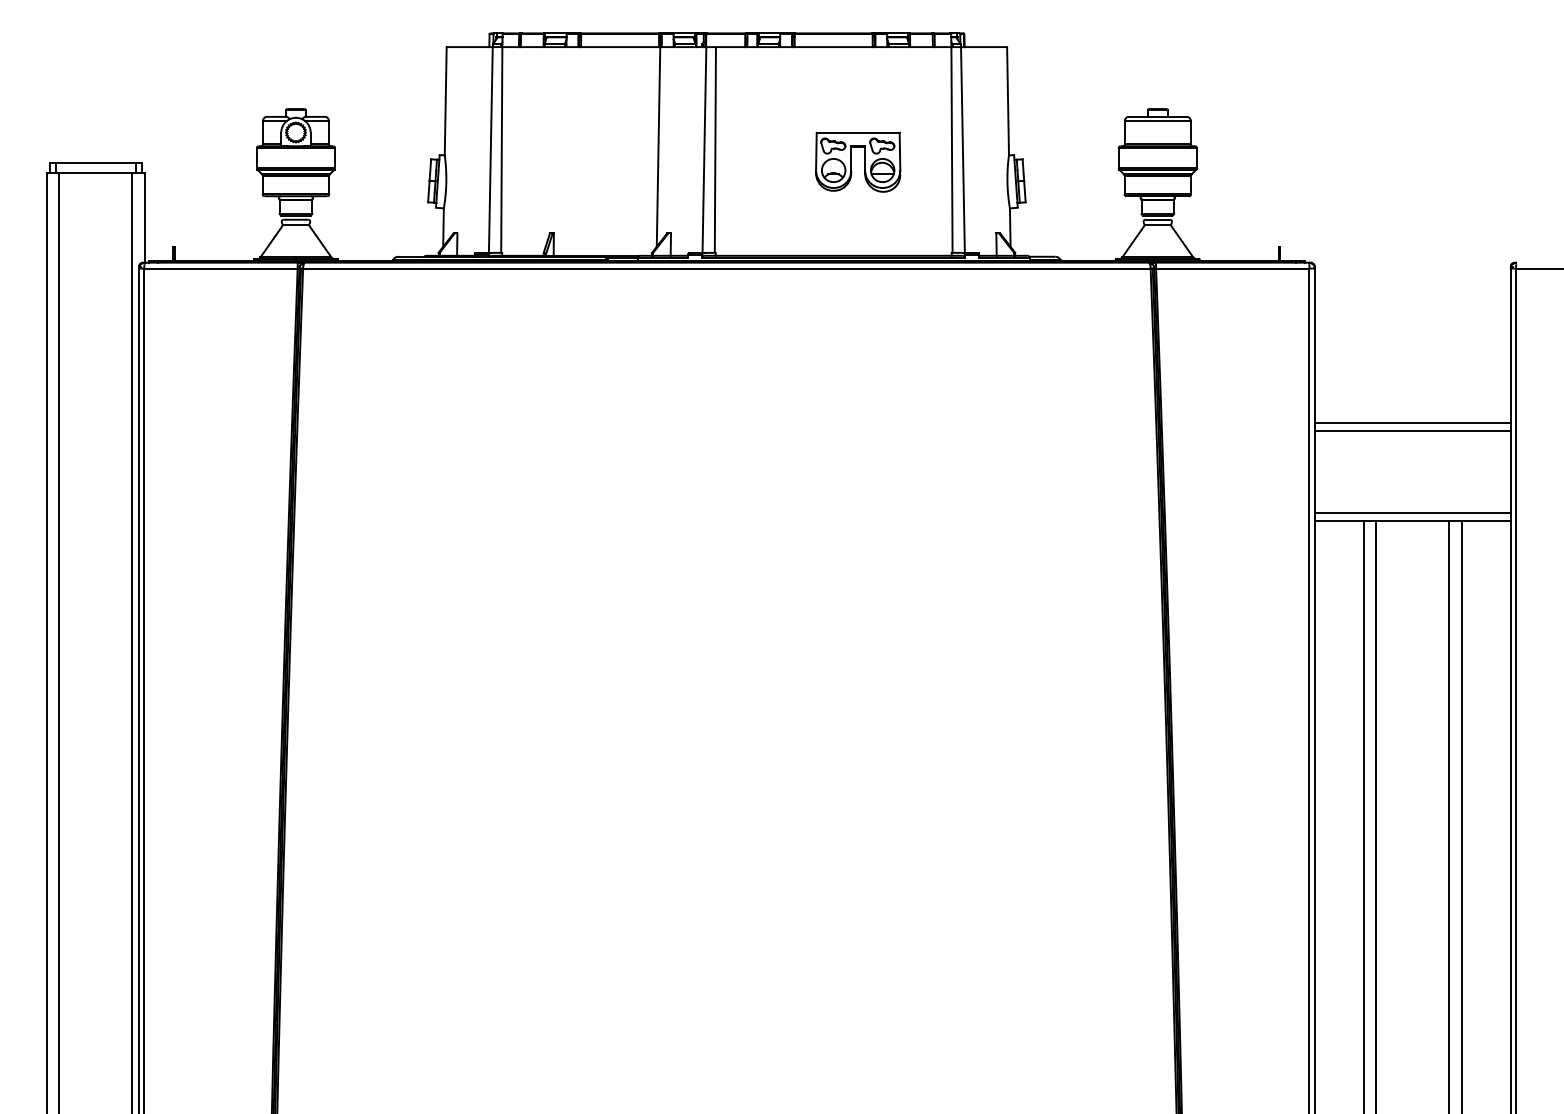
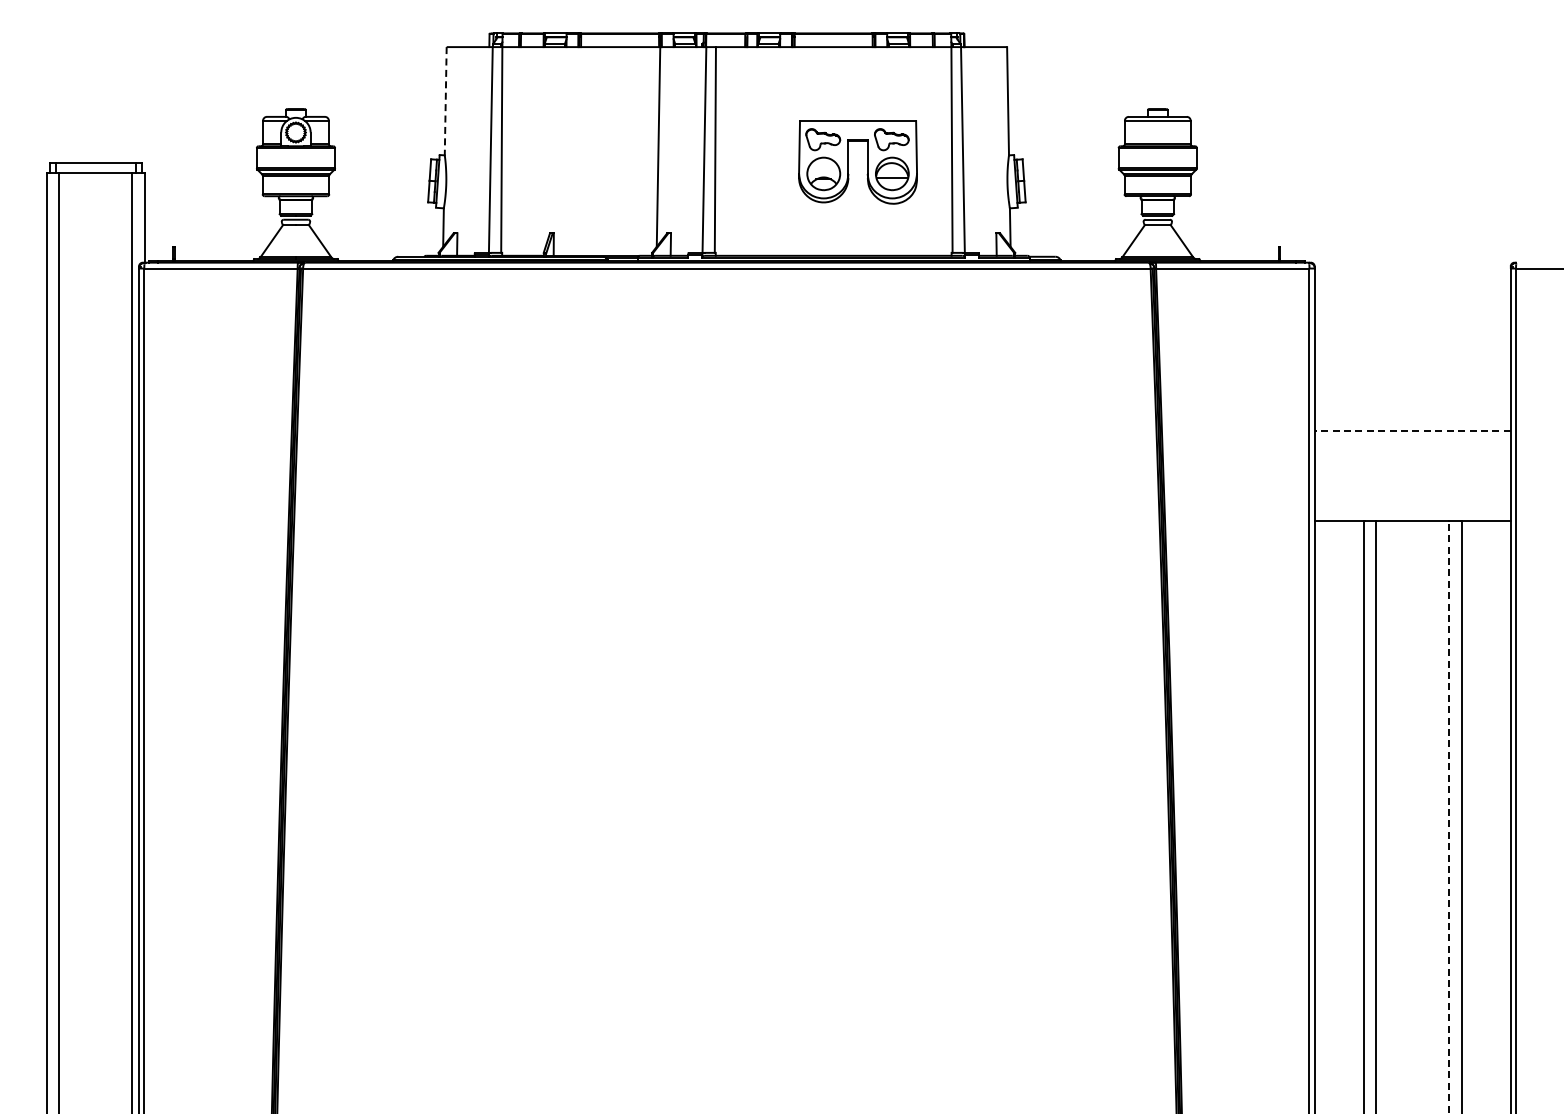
line at (445, 101): solid -> dashed
part at (858, 161) size: 87x62 px -> 120x85 px
line at (1412, 423): present -> none
line at (1412, 431): solid -> dashed
line at (1412, 513): present -> none
line at (1449, 817): solid -> dashed
